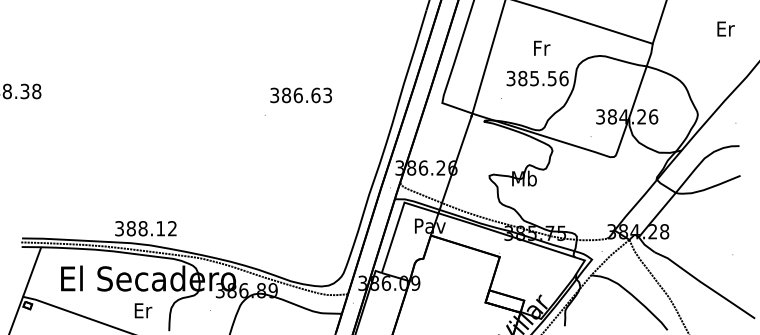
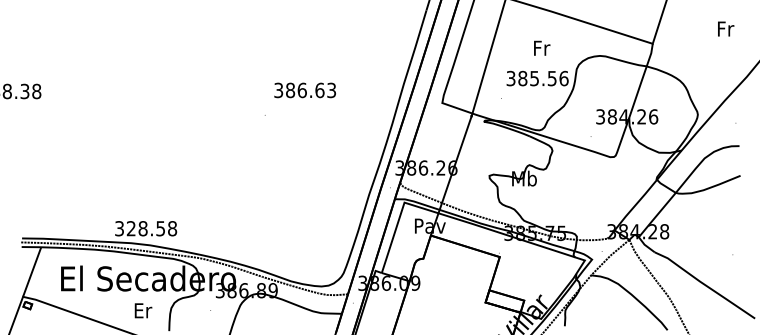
text at (725, 28): Er -> Fr
text at (300, 95) position: (300, 95) -> (304, 90)
text at (151, 228): 388.12 -> 328.58
